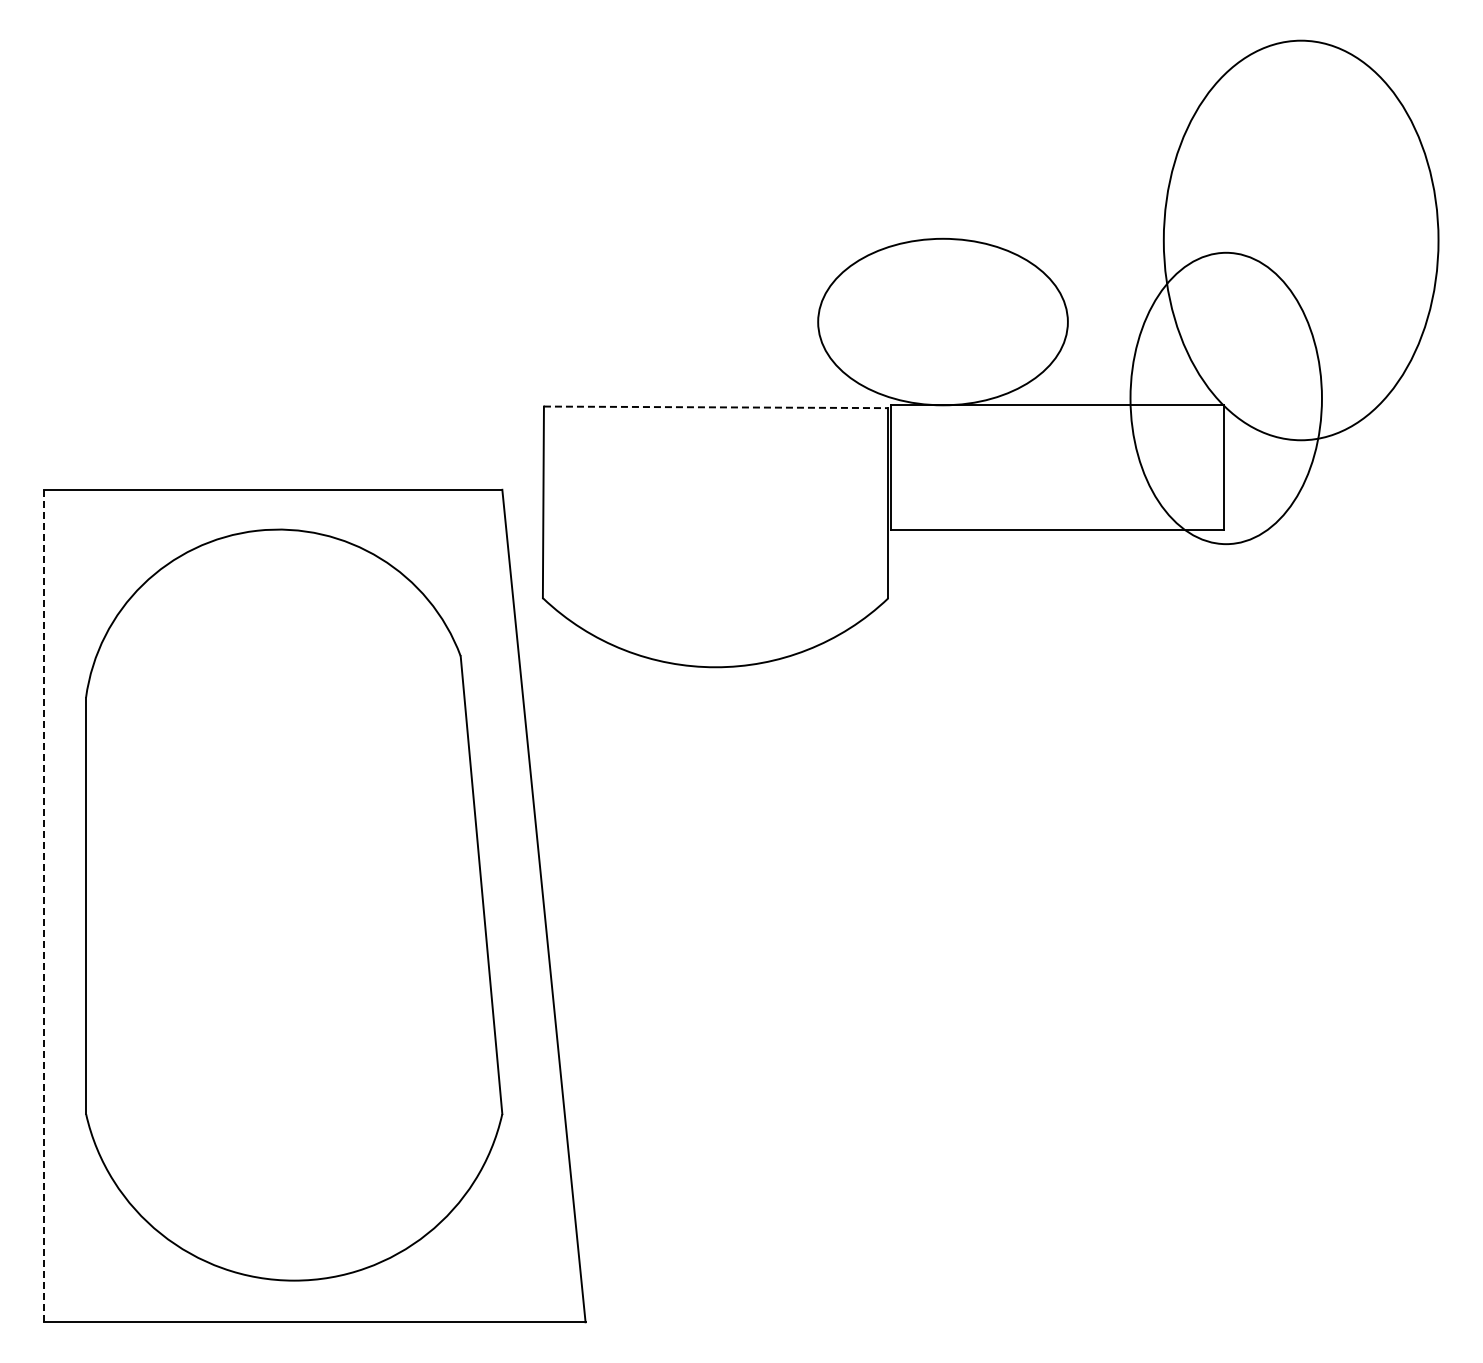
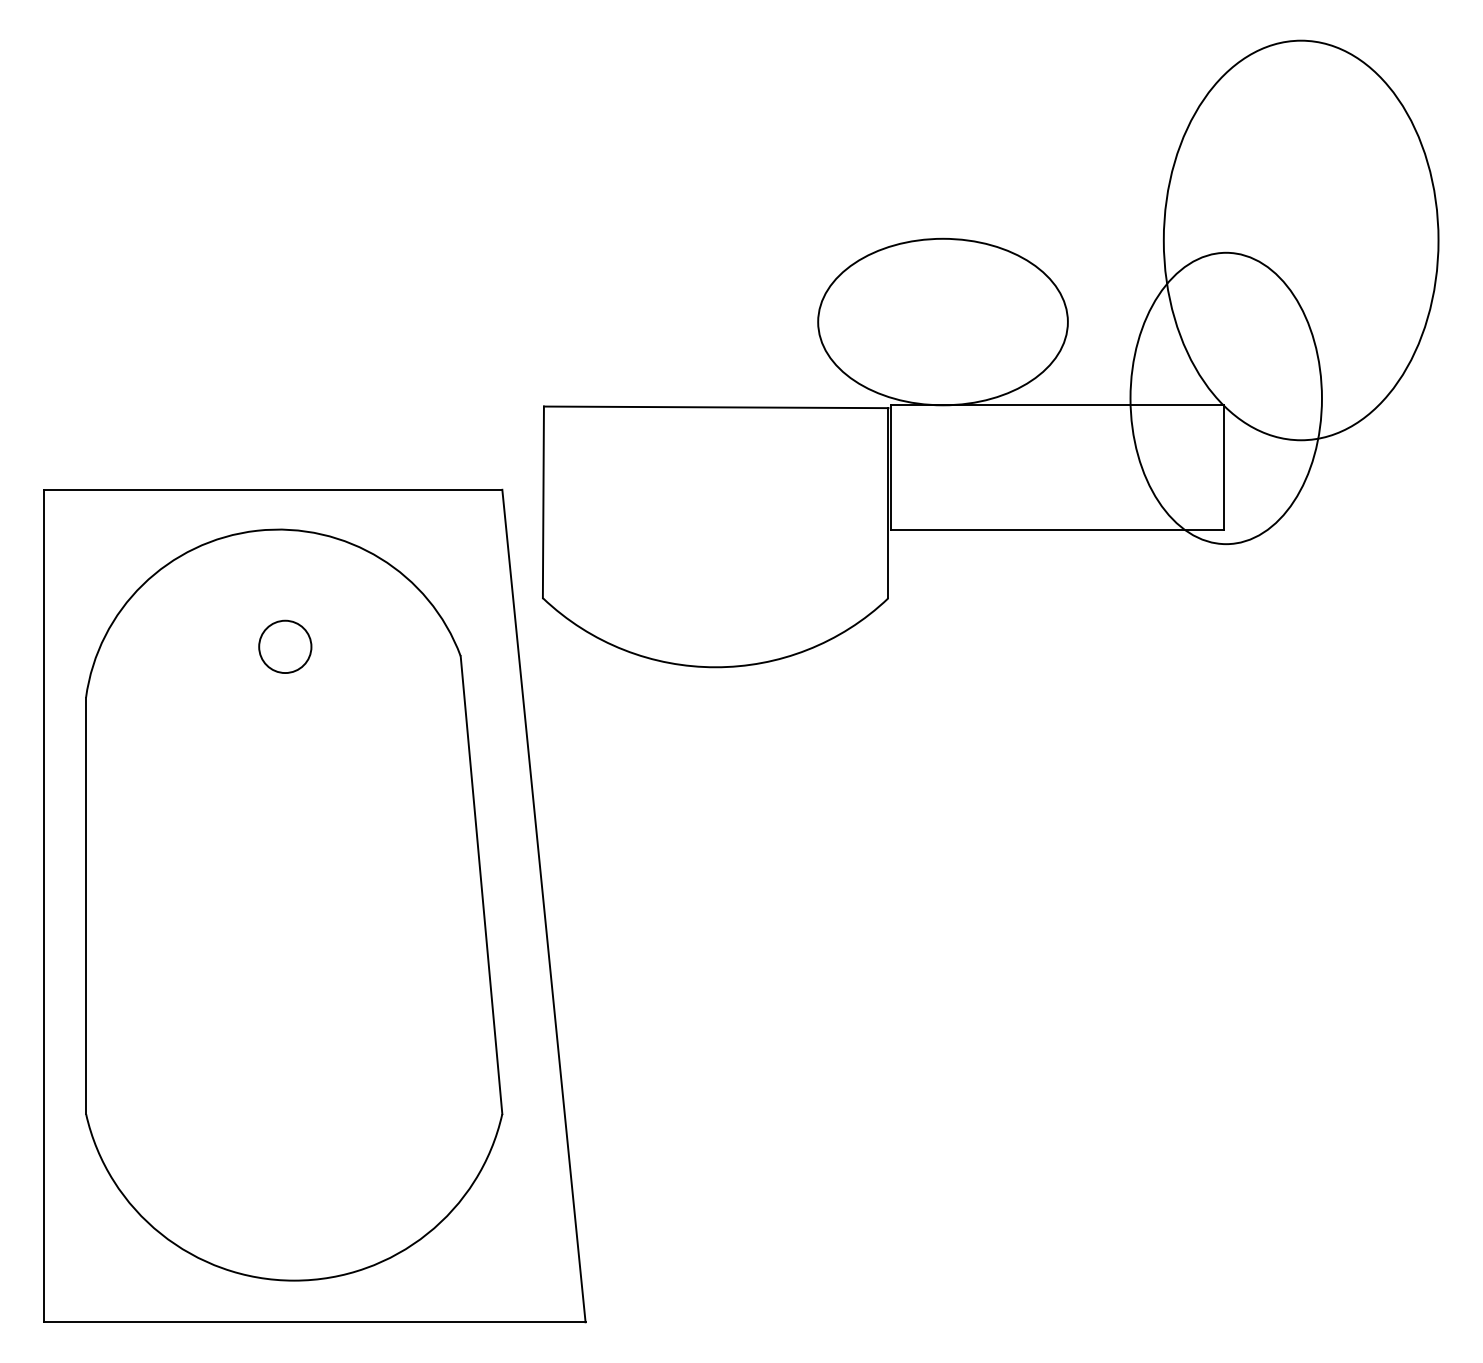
line at (716, 407): dashed -> solid
circle at (285, 646): none -> present
line at (44, 905): dashed -> solid
